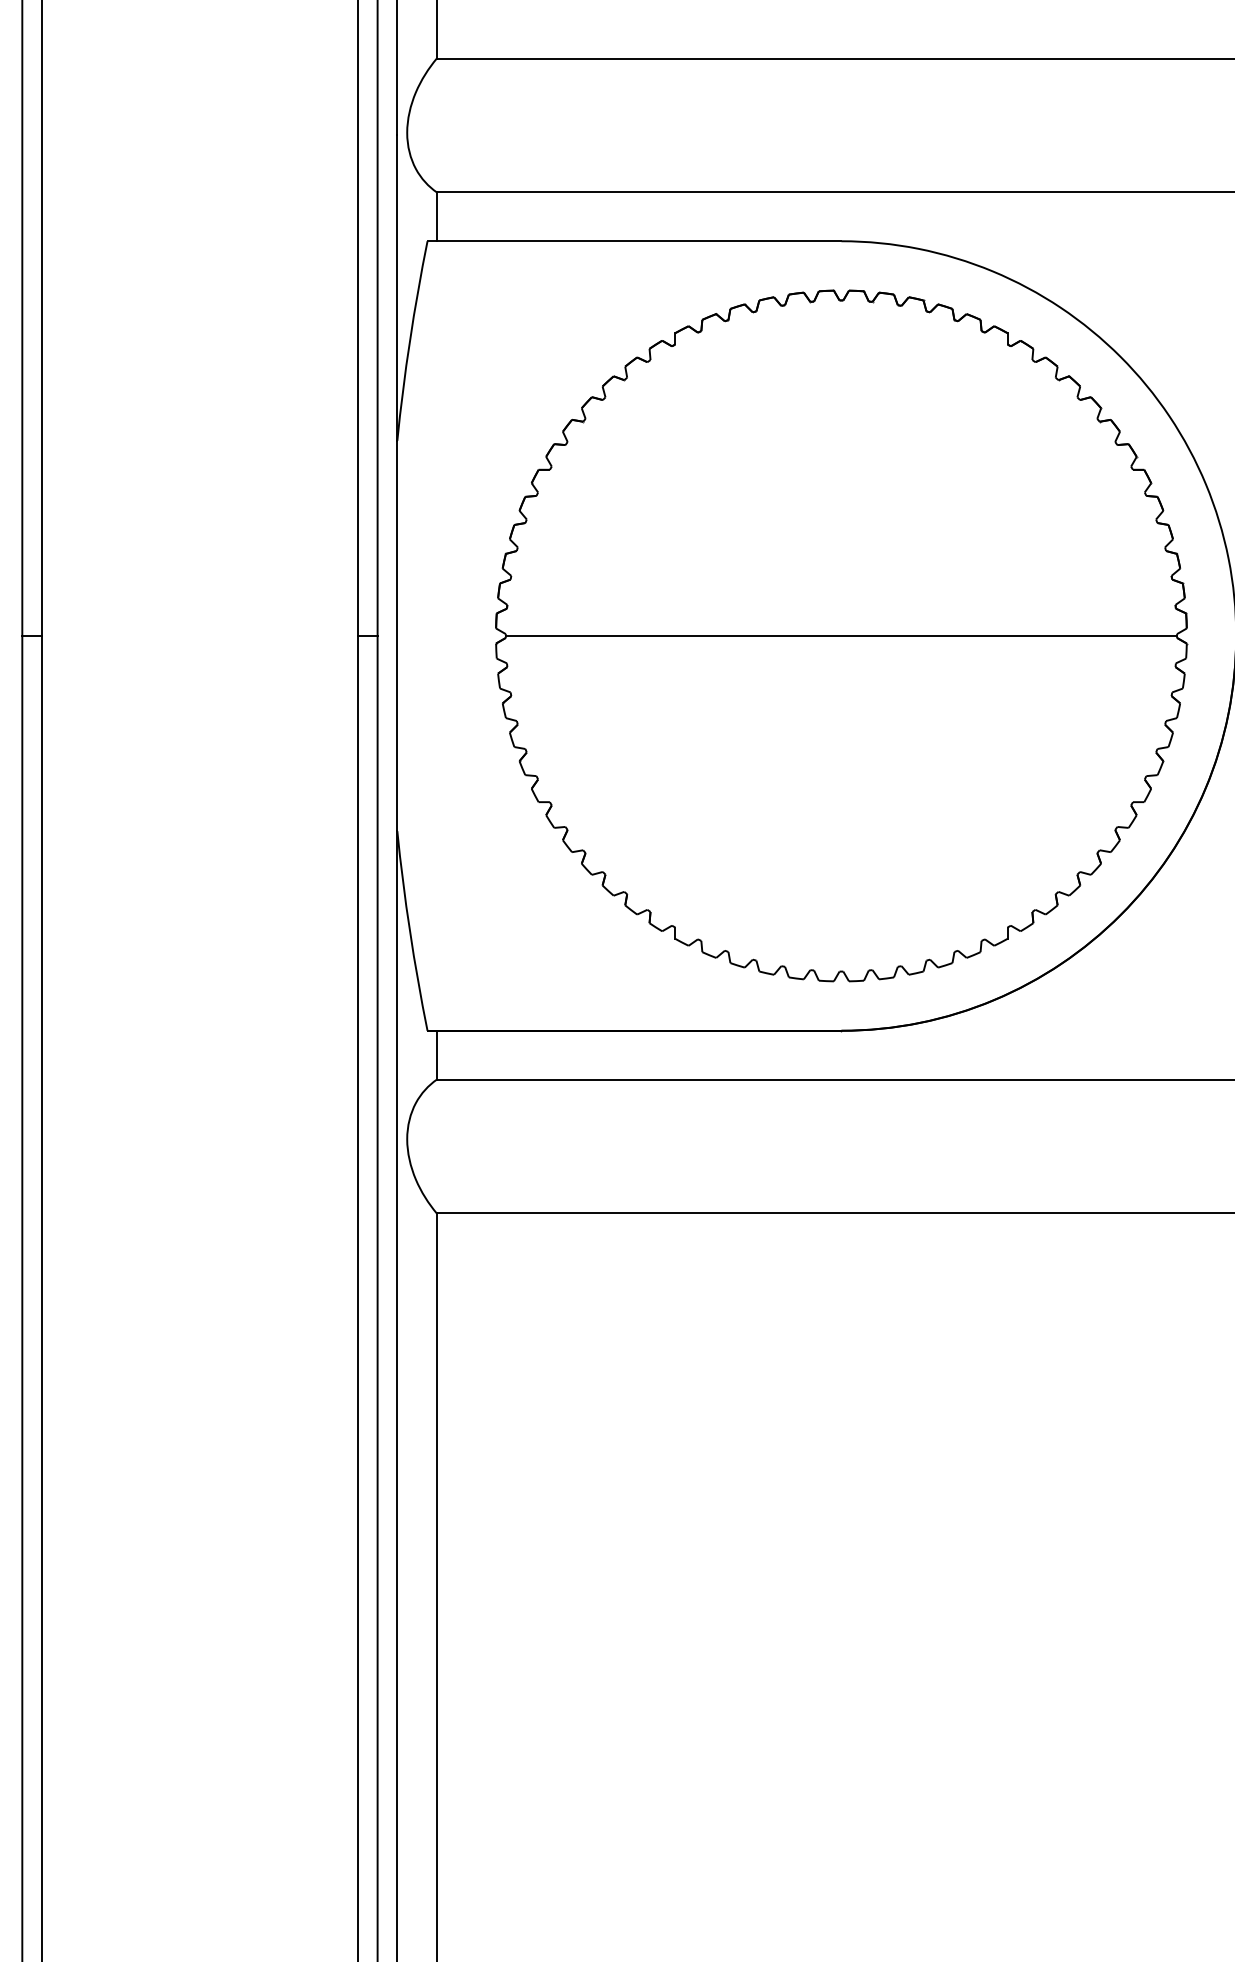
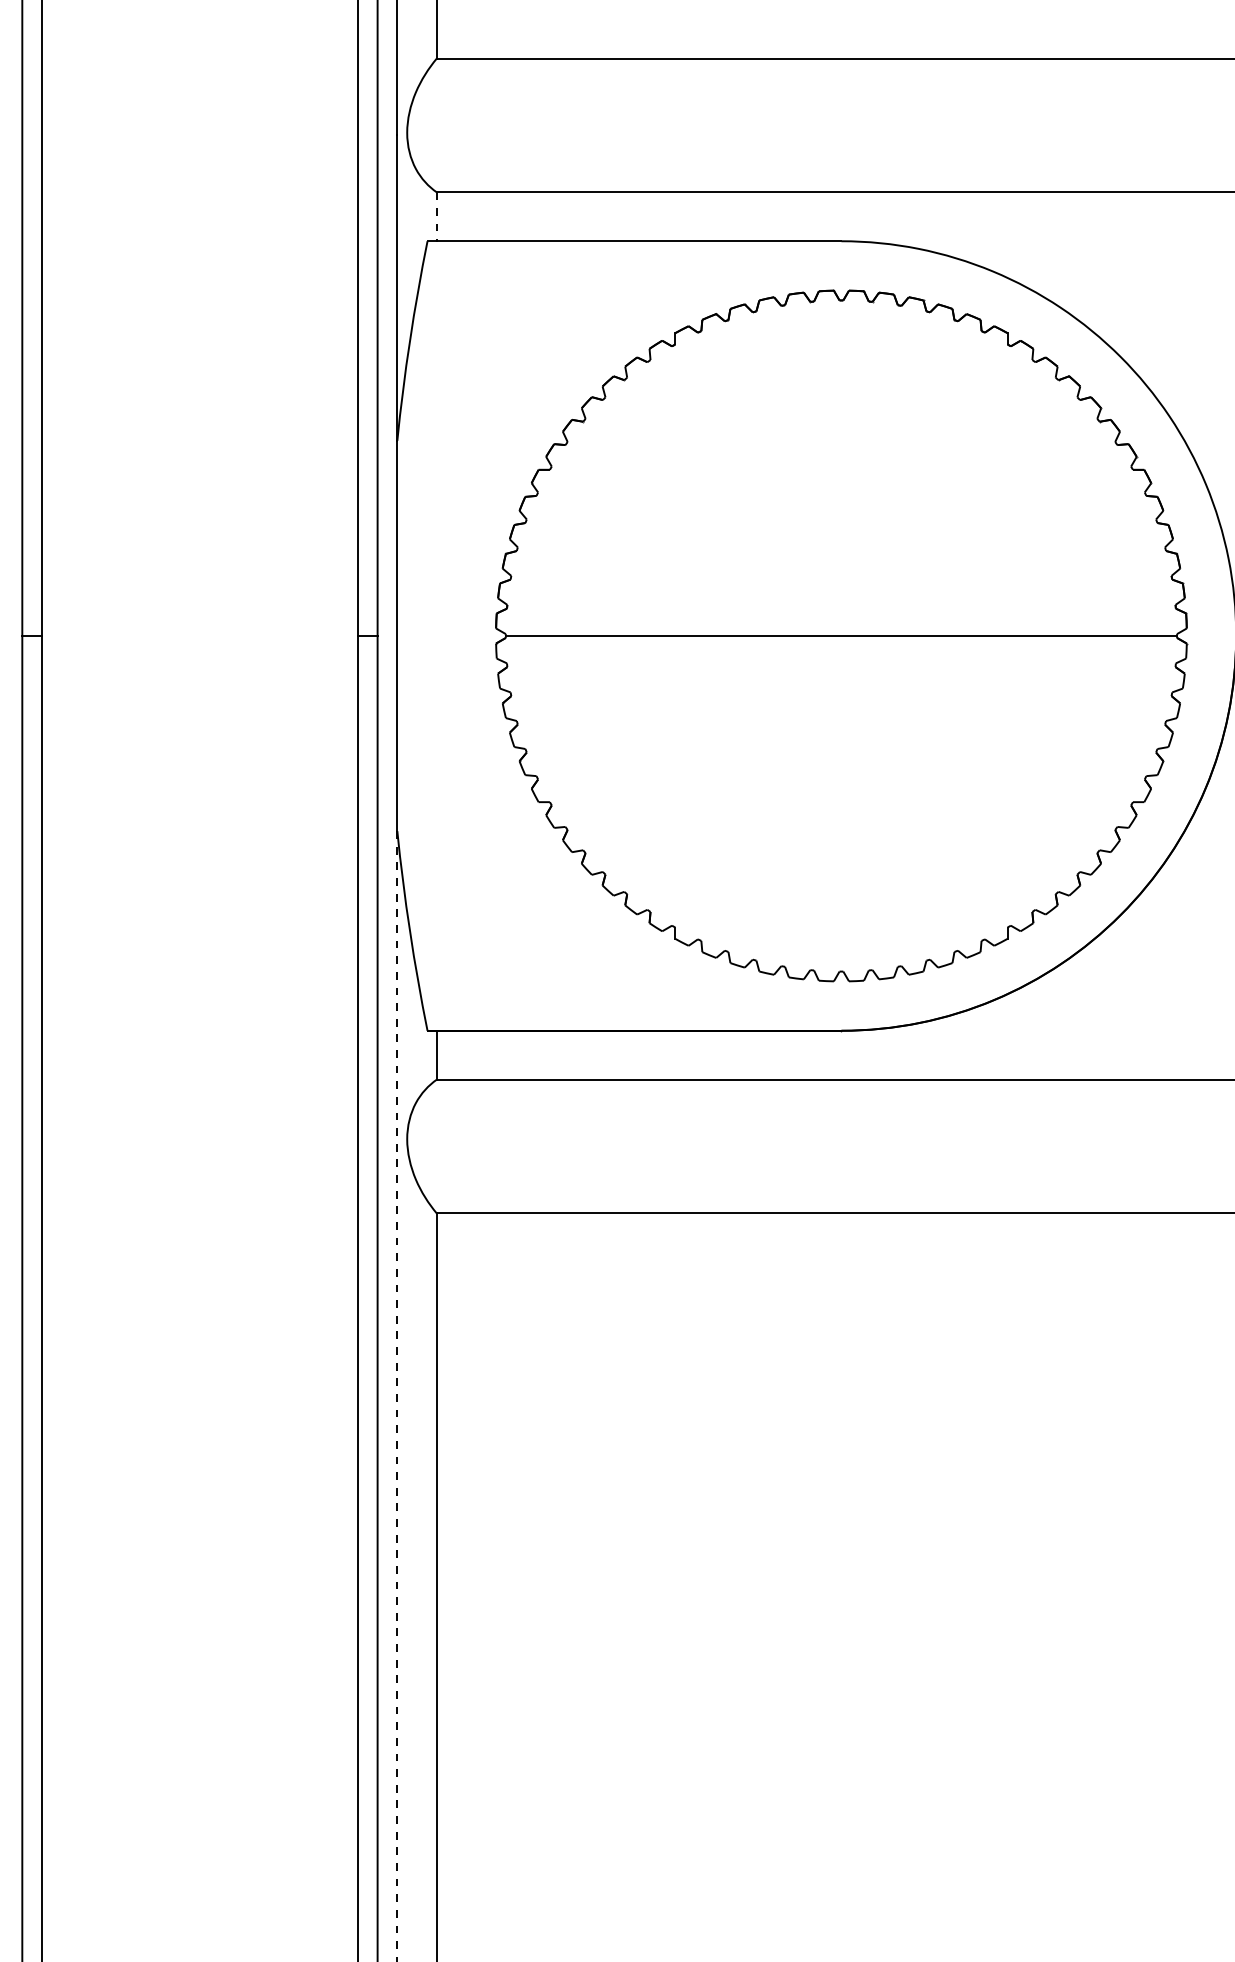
line at (436, 217): solid -> dashed
line at (397, 1396): solid -> dashed
